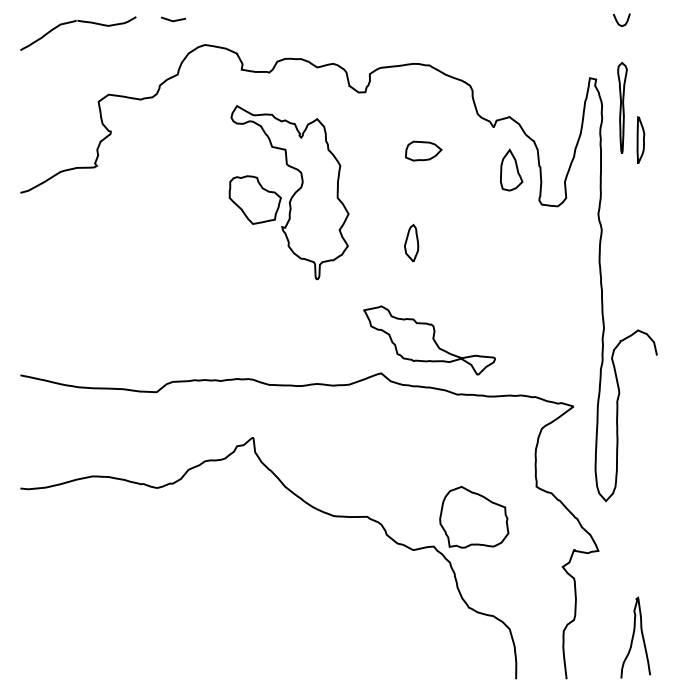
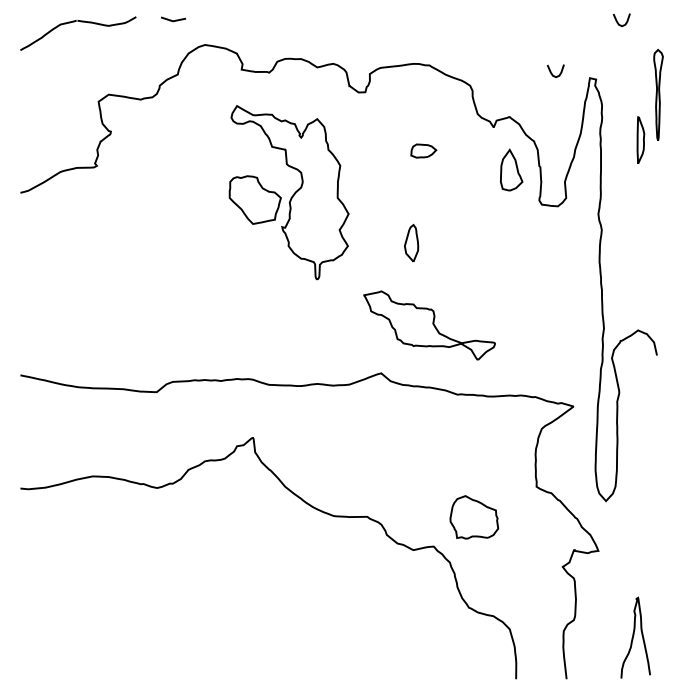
curve at (551, 71): none -> present
part at (622, 107) position: (622, 107) -> (658, 94)
part at (423, 150) size: 38x22 px -> 28x16 px
part at (429, 340) position: (429, 340) -> (429, 325)
part at (474, 517) size: 71x63 px -> 51x45 px
